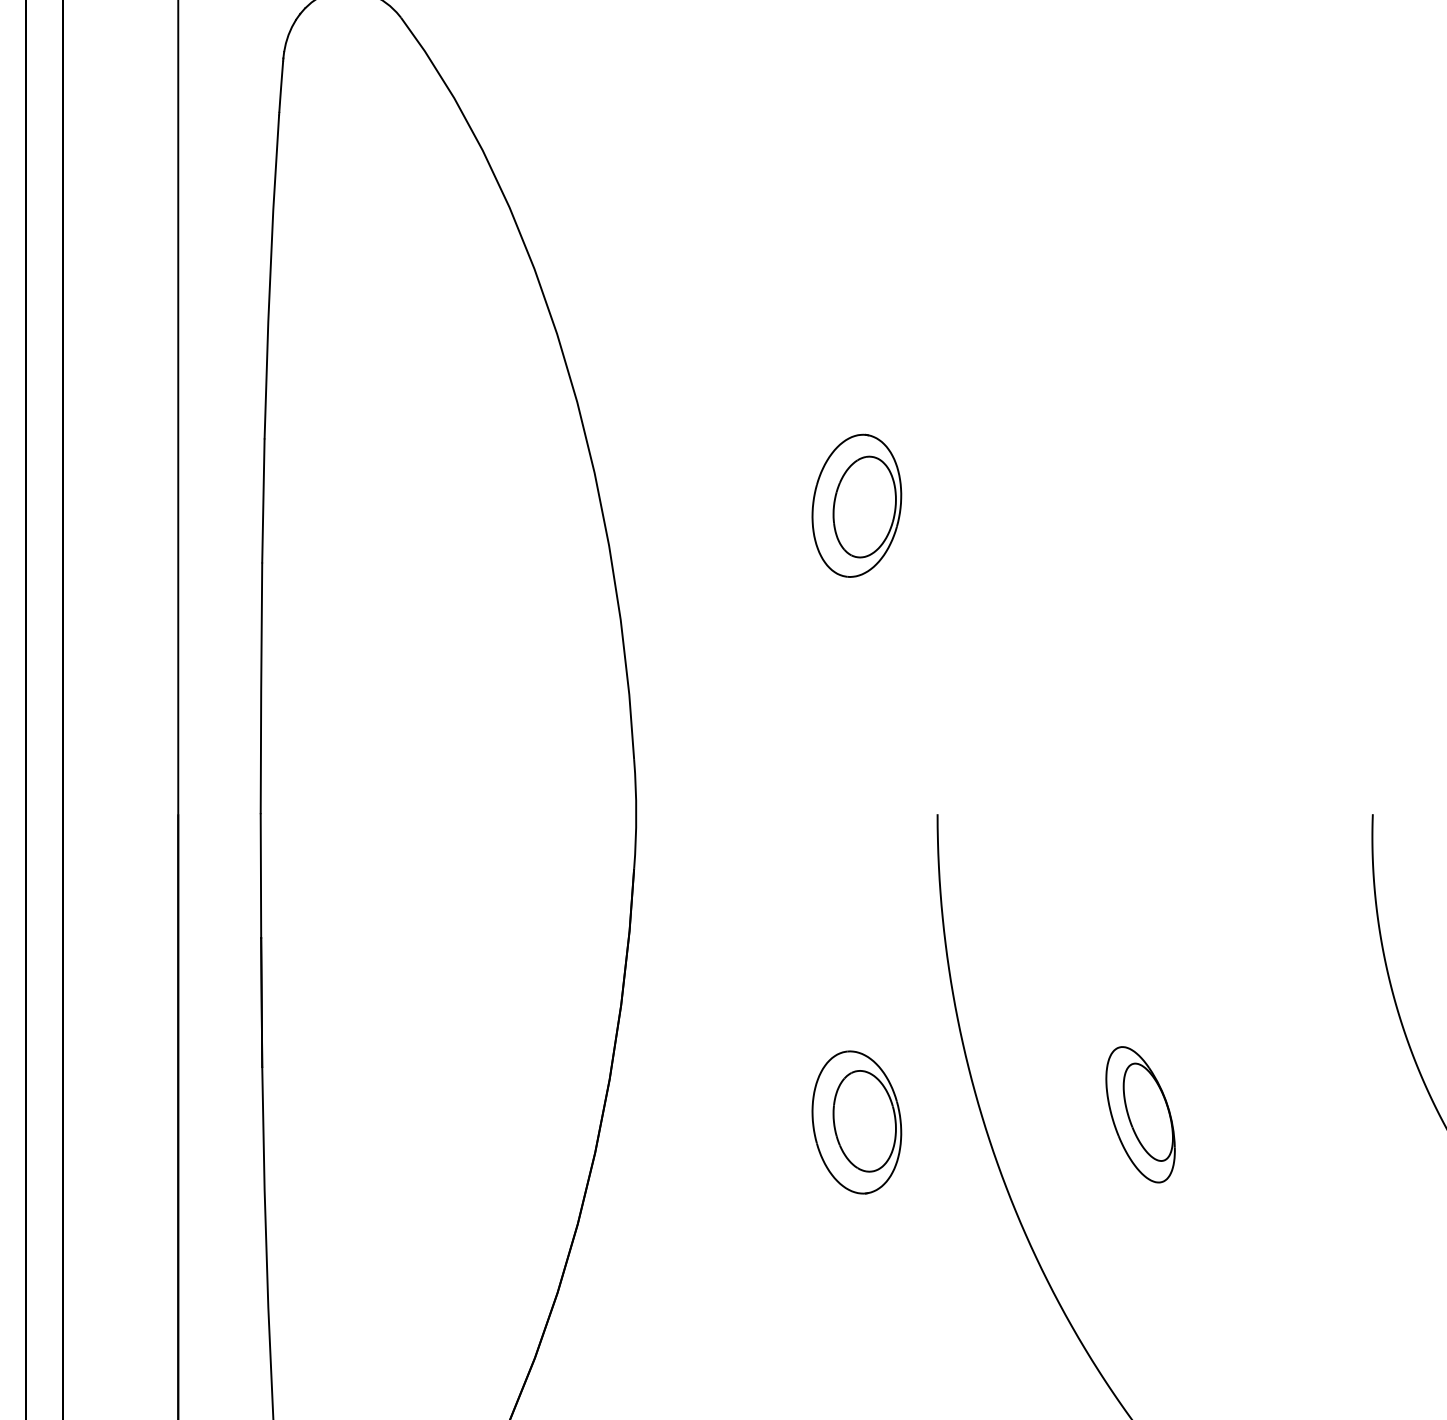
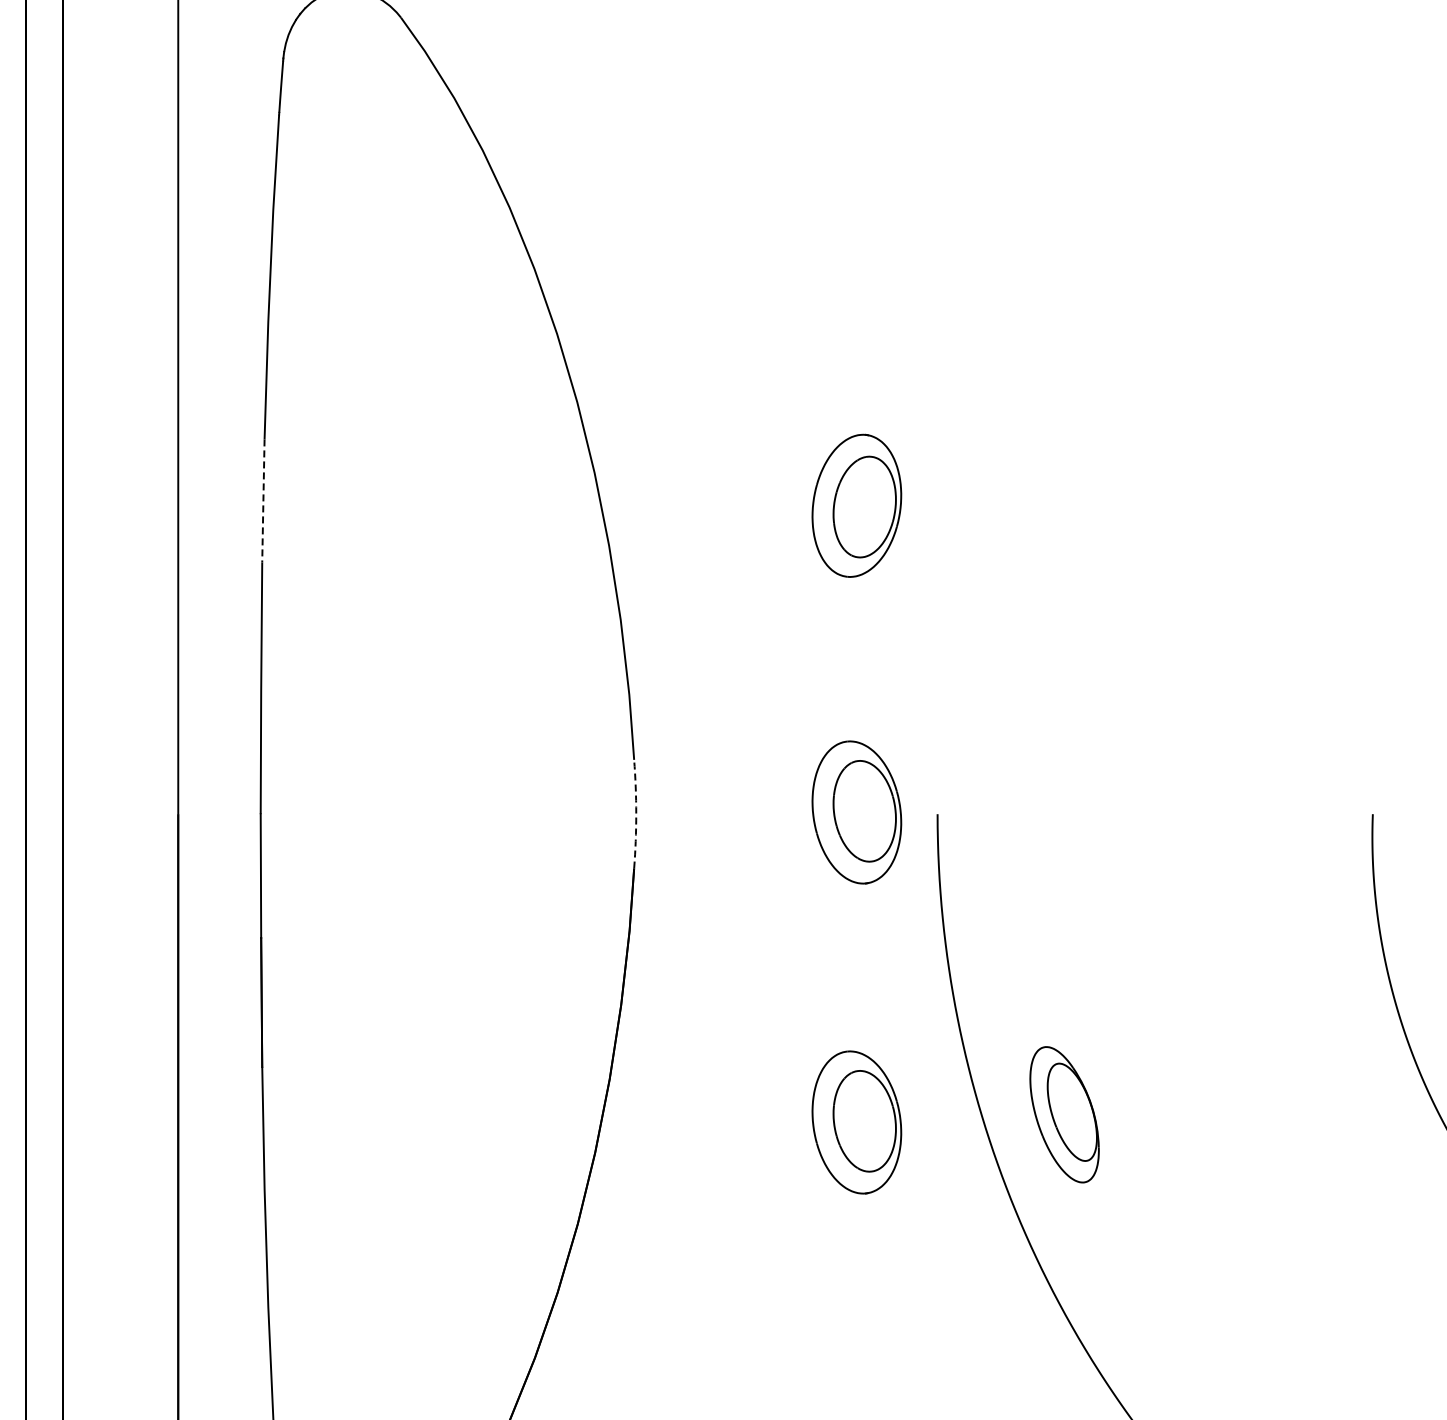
line at (263, 500): solid -> dashed
part at (856, 812): none -> present
arc at (636, 814): solid -> dashed
part at (1140, 1114) position: (1140, 1114) -> (1064, 1114)
